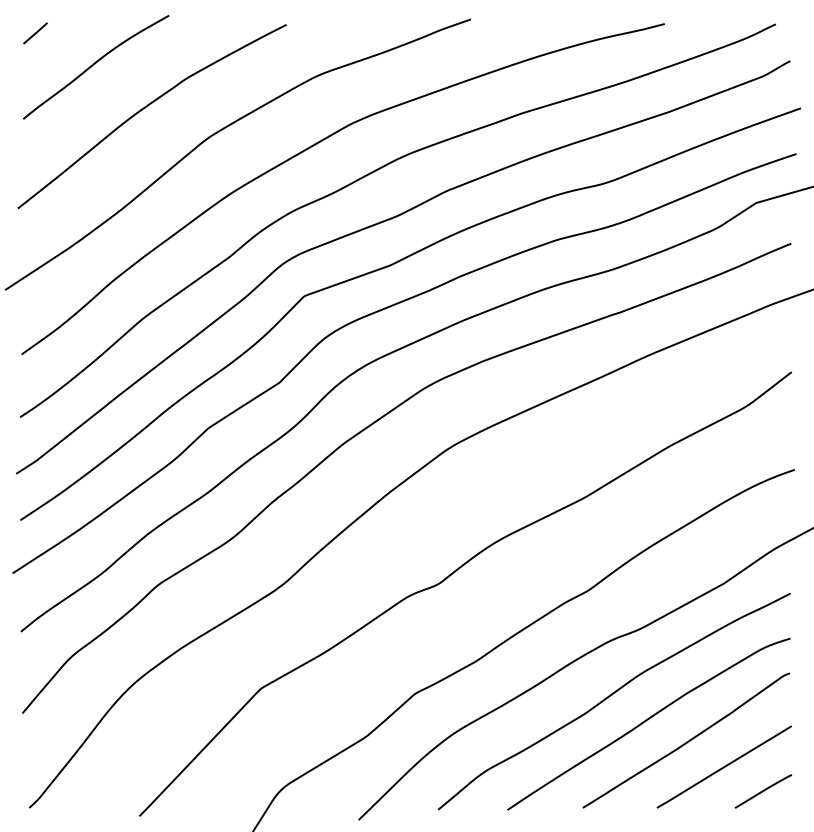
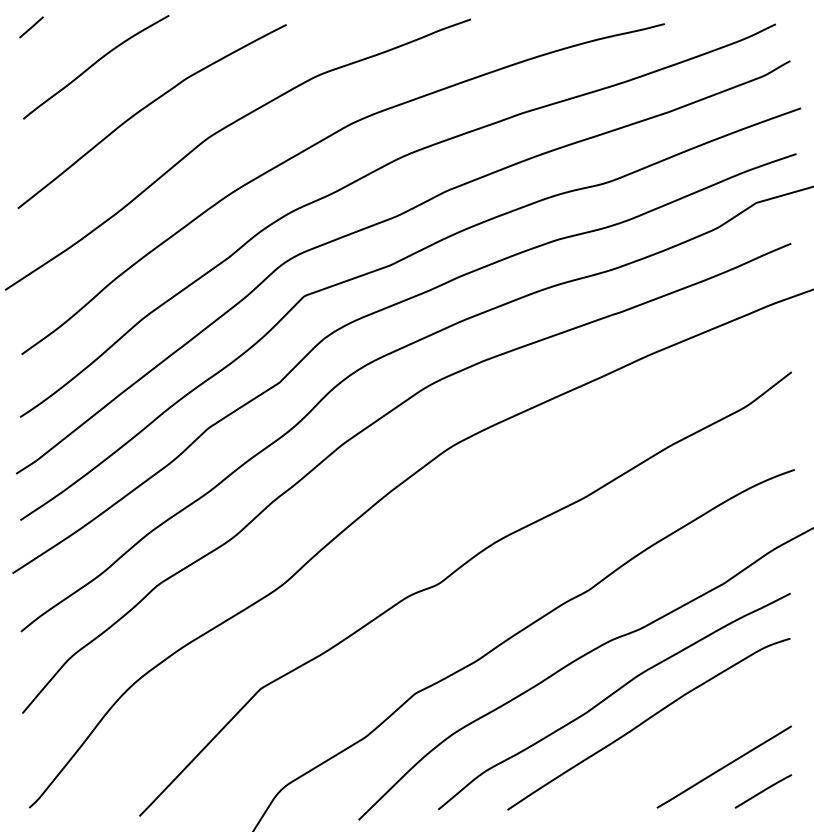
line at (35, 33) position: (35, 33) -> (31, 27)
curve at (686, 741): present -> none
